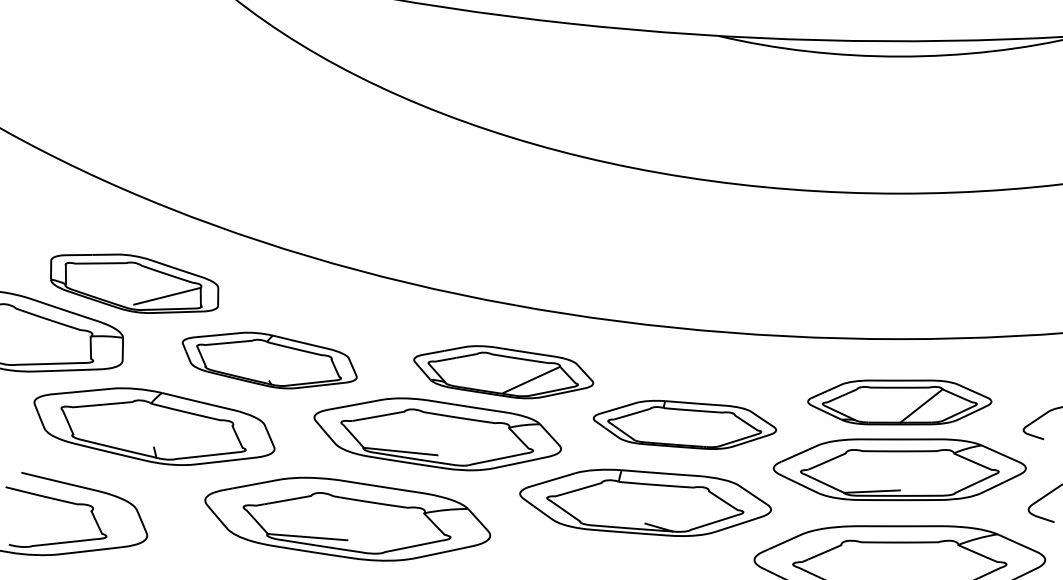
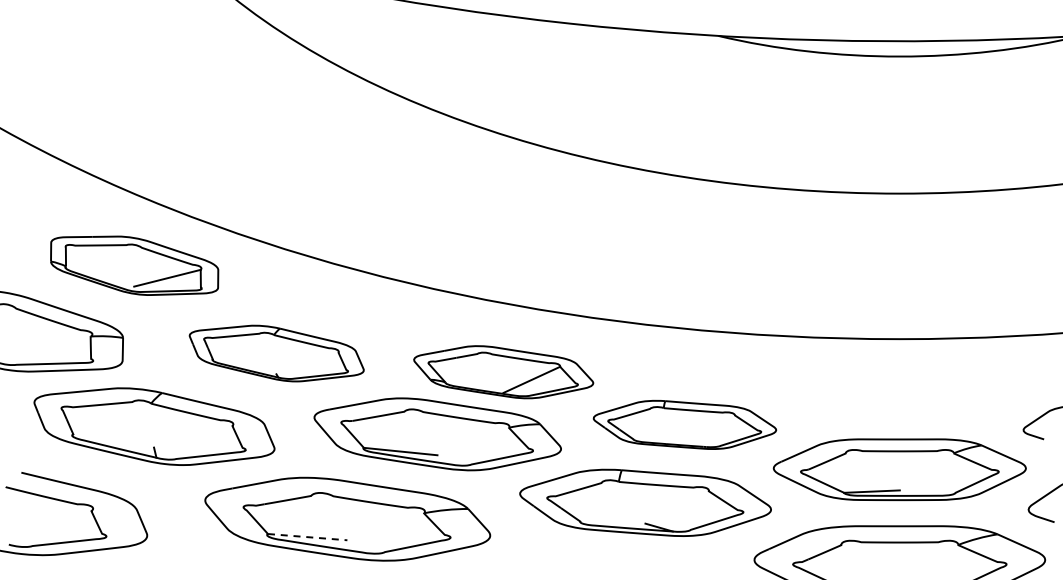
part at (134, 283) position: (134, 283) -> (134, 265)
part at (269, 360) position: (269, 360) -> (276, 353)
part at (899, 402): present -> none
line at (307, 537): solid -> dashed
